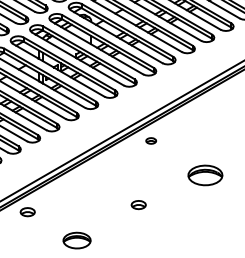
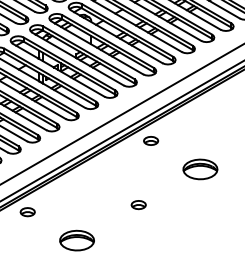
line at (121, 114): none -> present
part at (150, 140) size: 12x8 px -> 17x10 px
part at (205, 175) position: (205, 175) -> (200, 169)
part at (76, 240) size: 30x19 px -> 36x23 px
